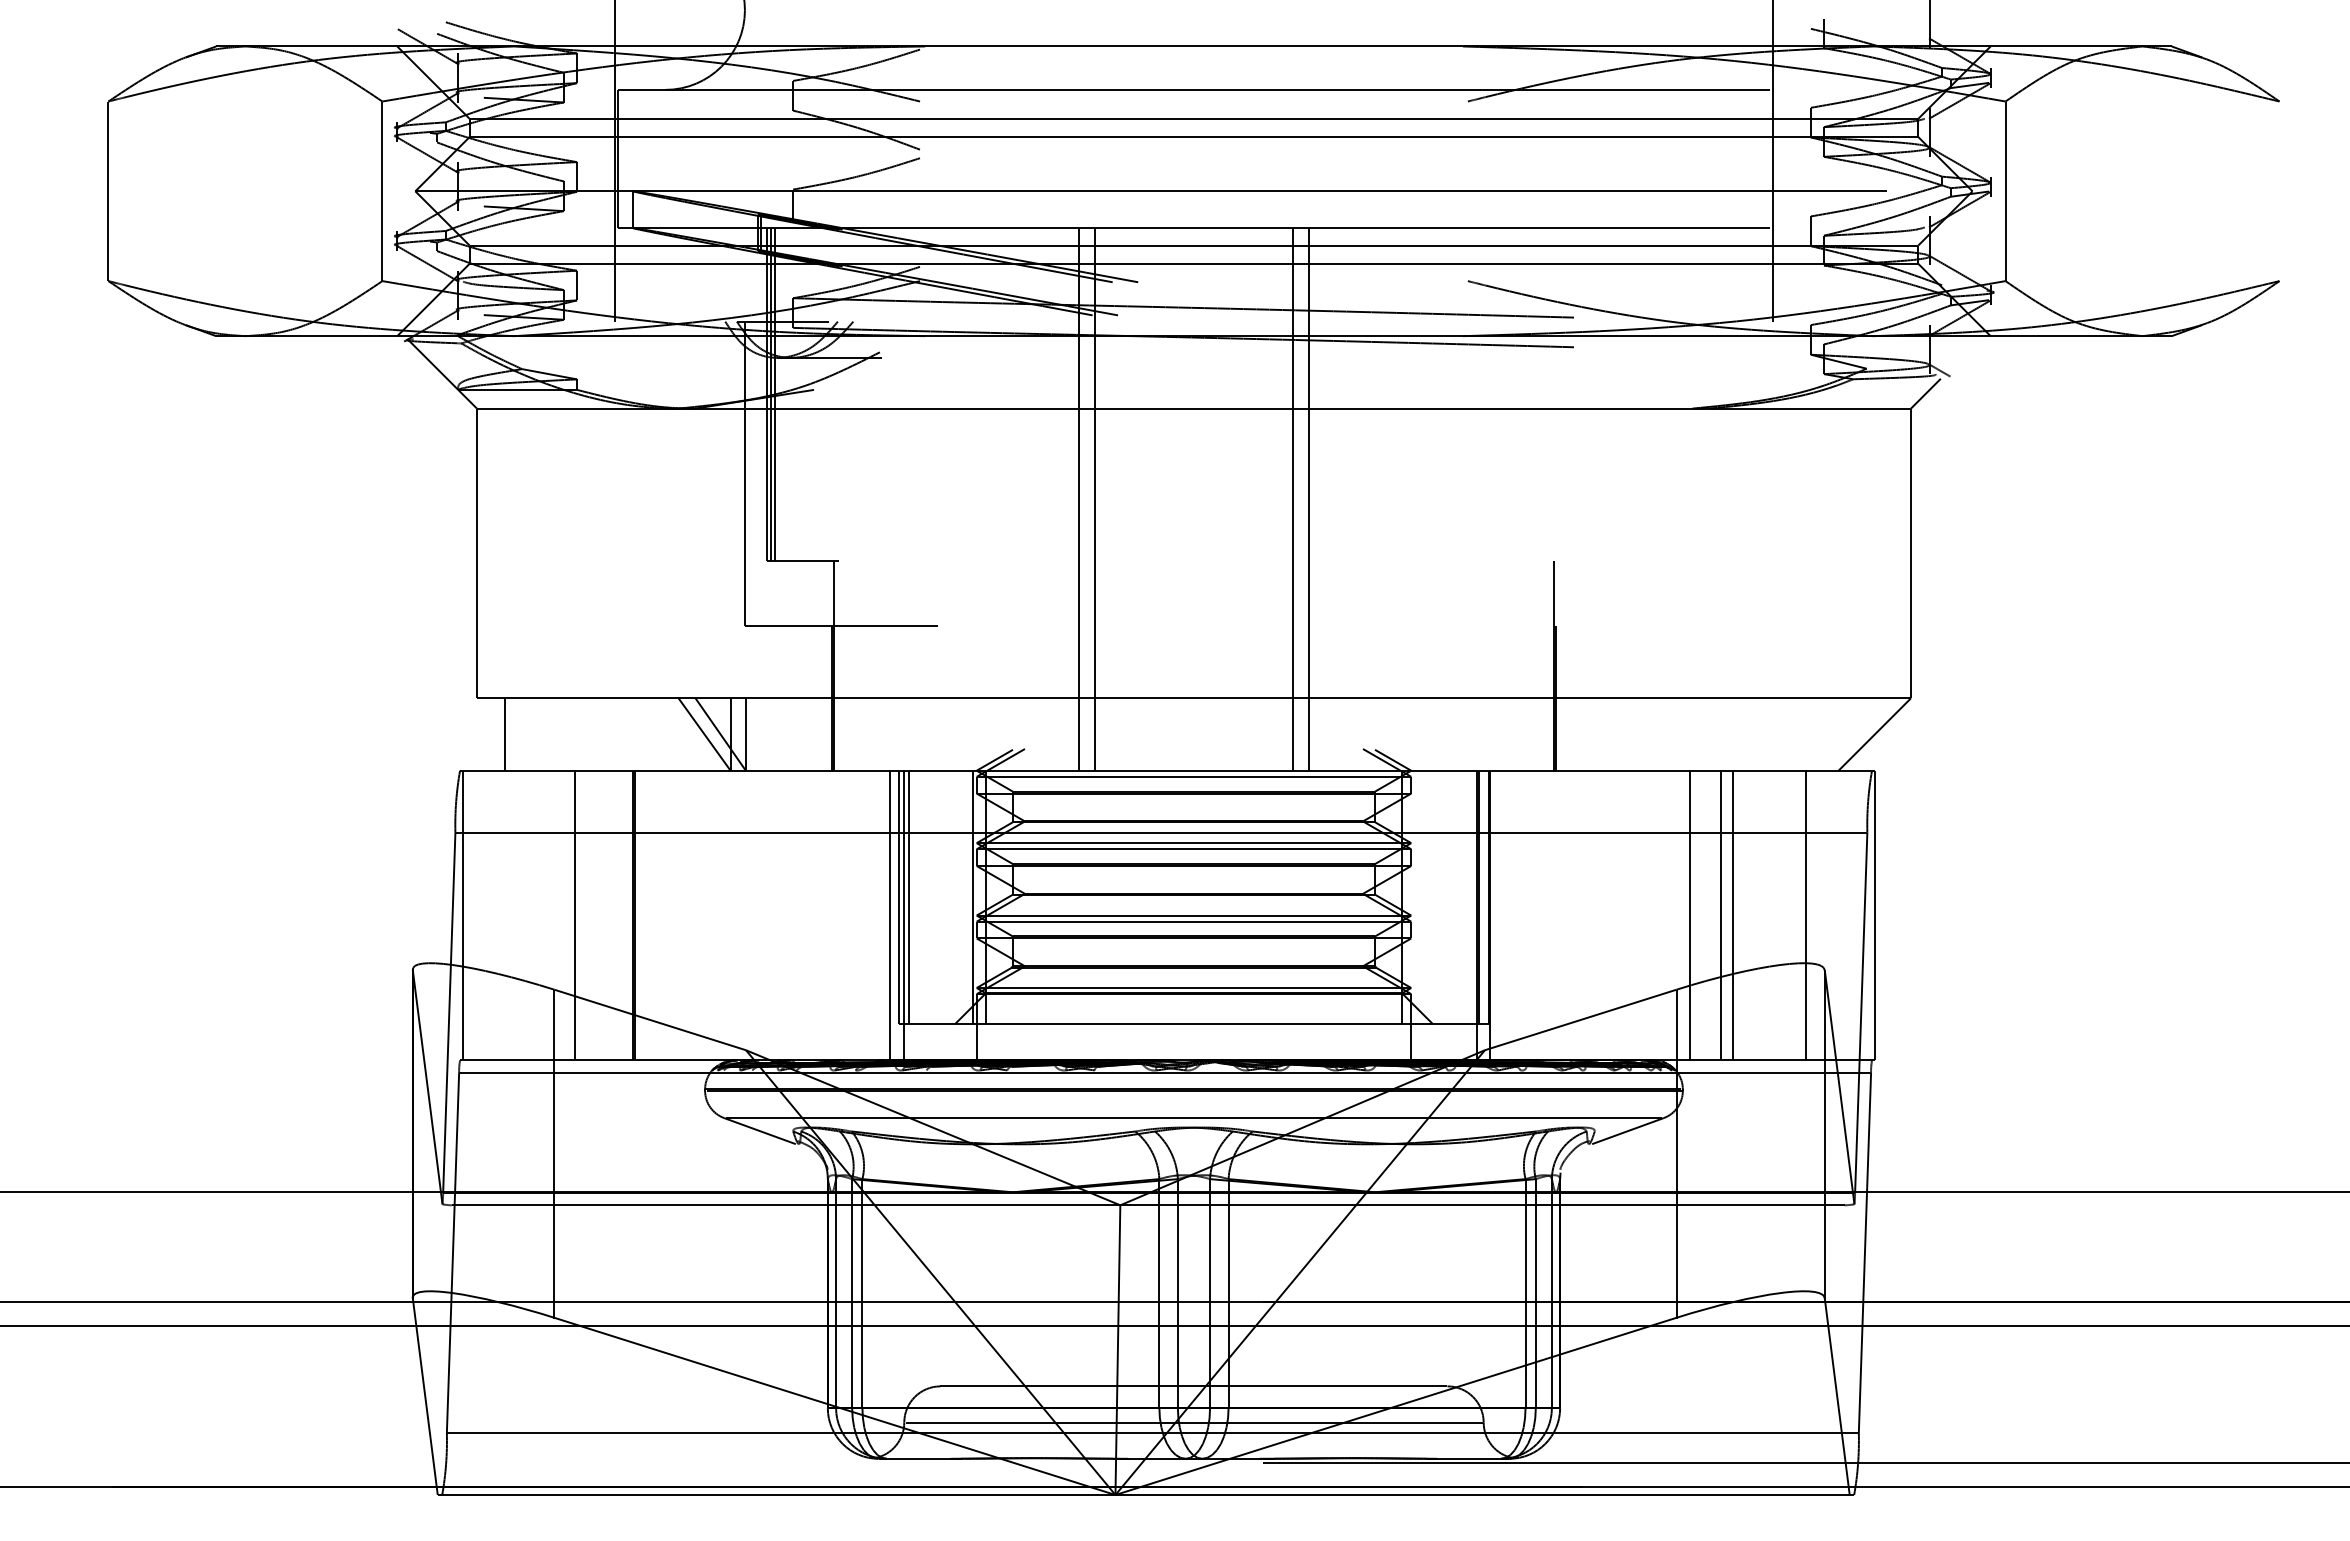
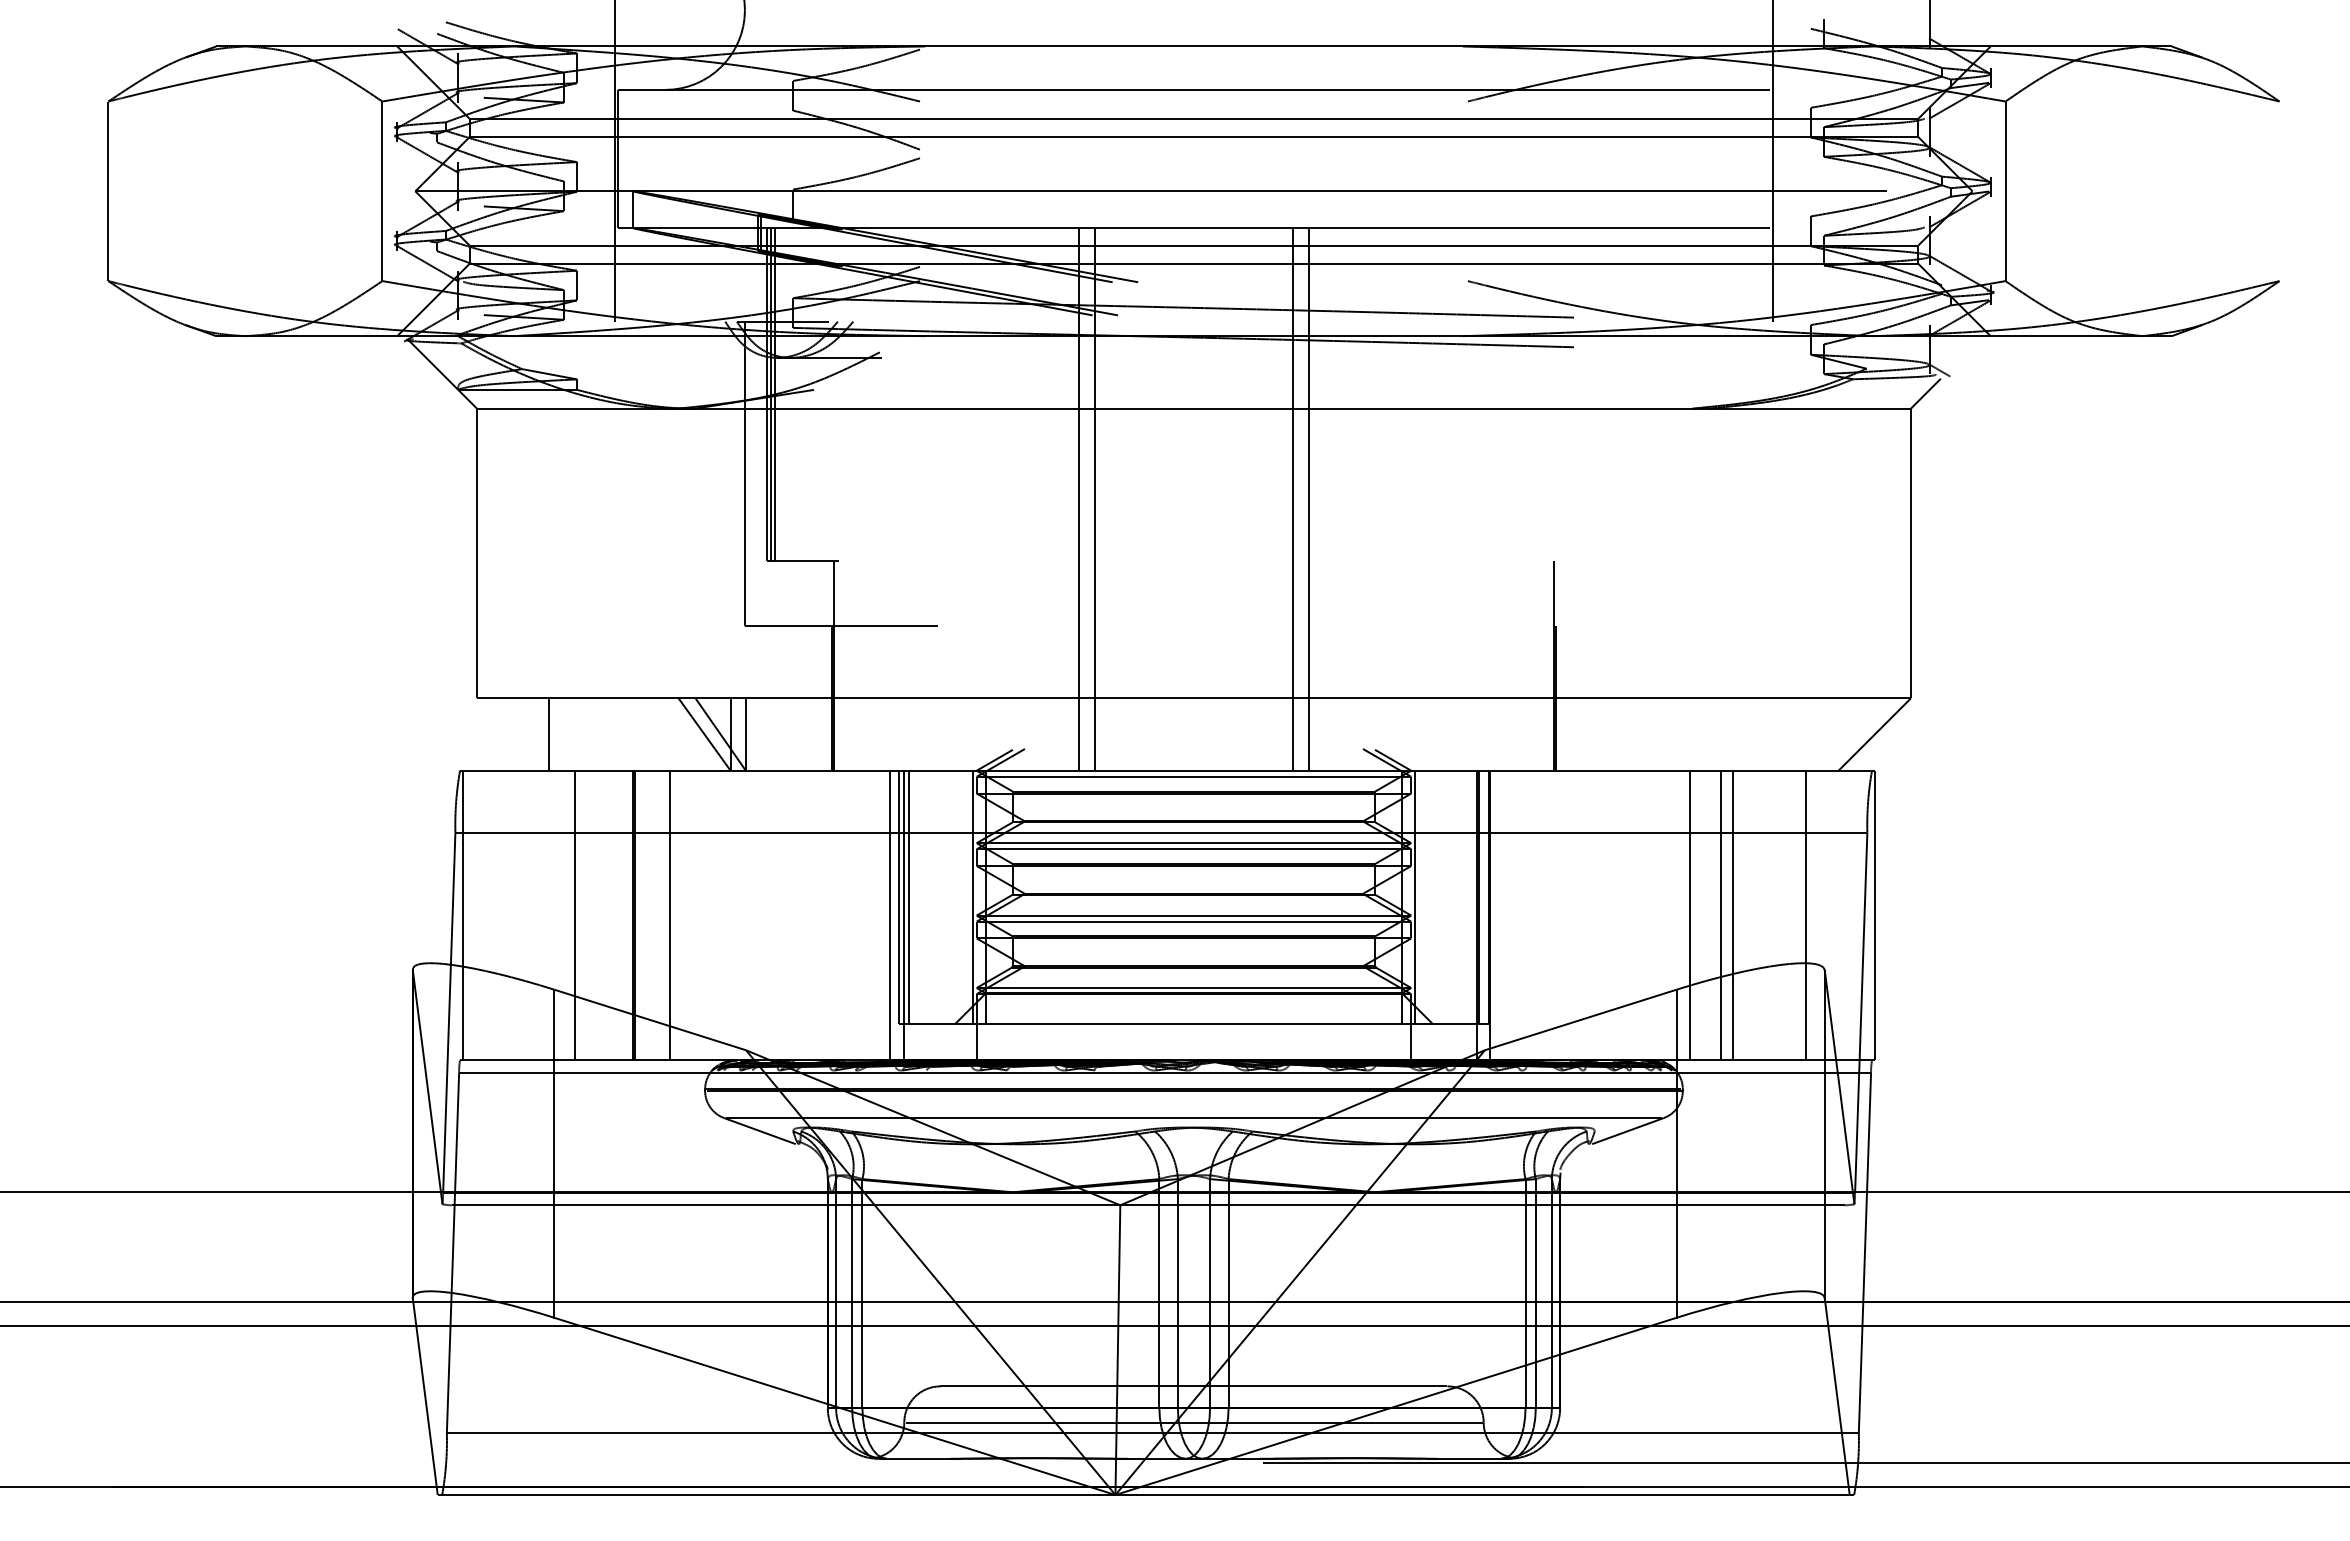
line at (505, 734) position: (505, 734) -> (549, 734)
line at (1414, 897): none -> present
line at (670, 915): none -> present
